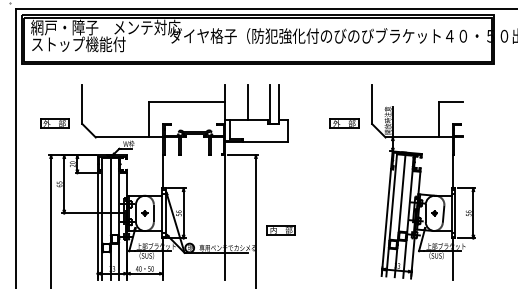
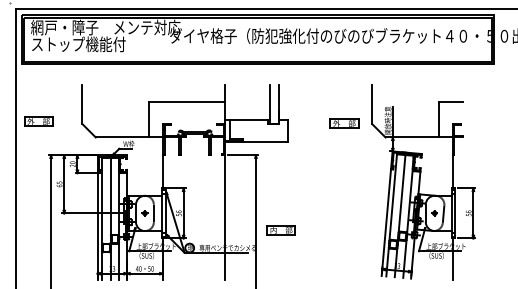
line at (247, 101): present -> none
part at (54, 123) position: (54, 123) -> (38, 121)
